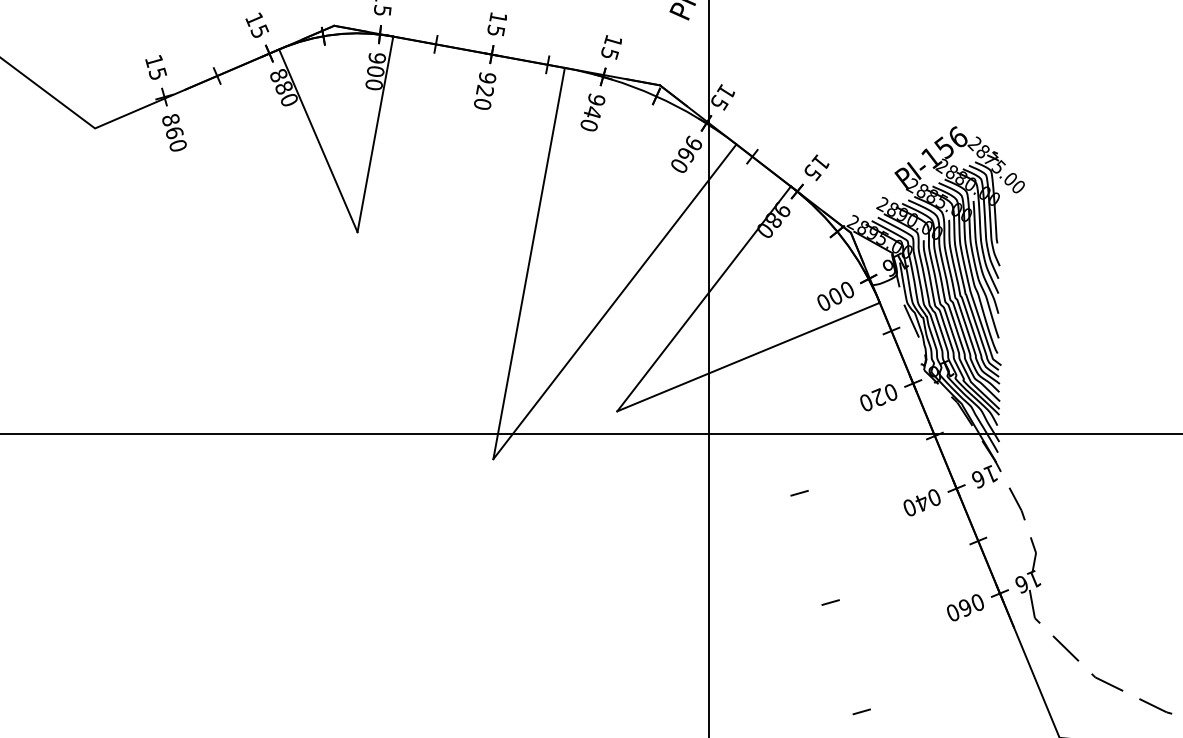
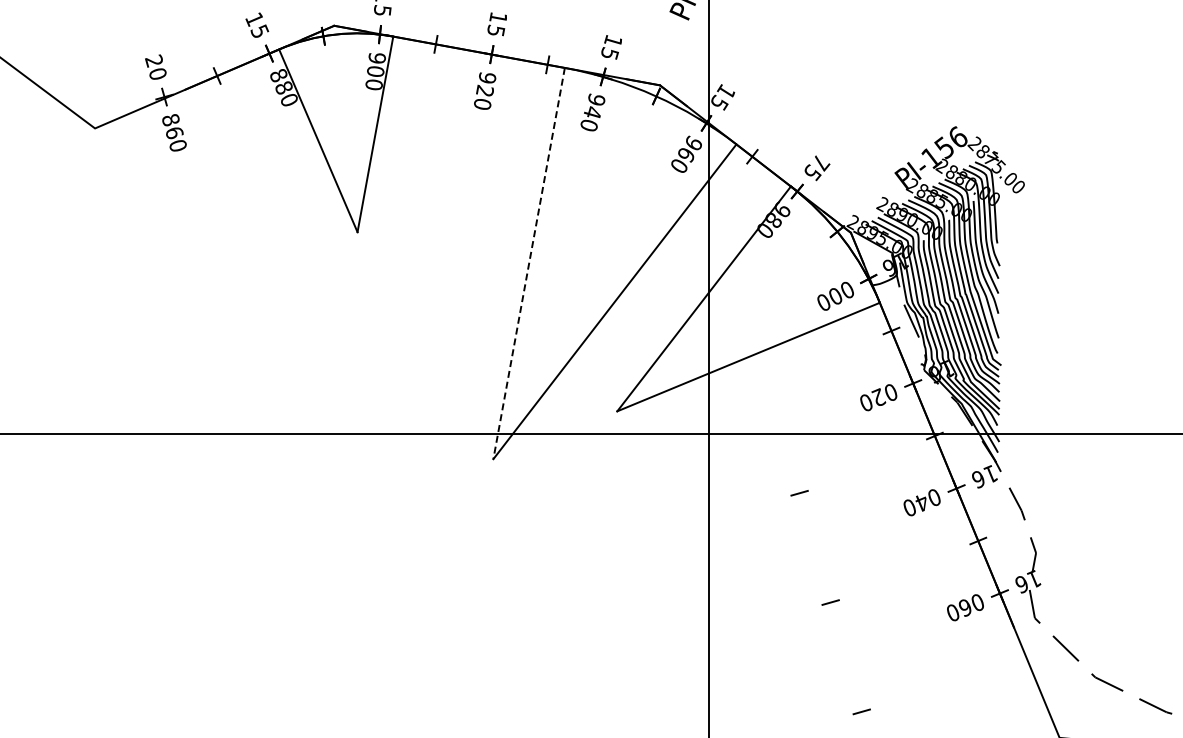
text at (155, 66): 15 -> 20
text at (820, 162): 15 -> 75
line at (529, 263): solid -> dashed
